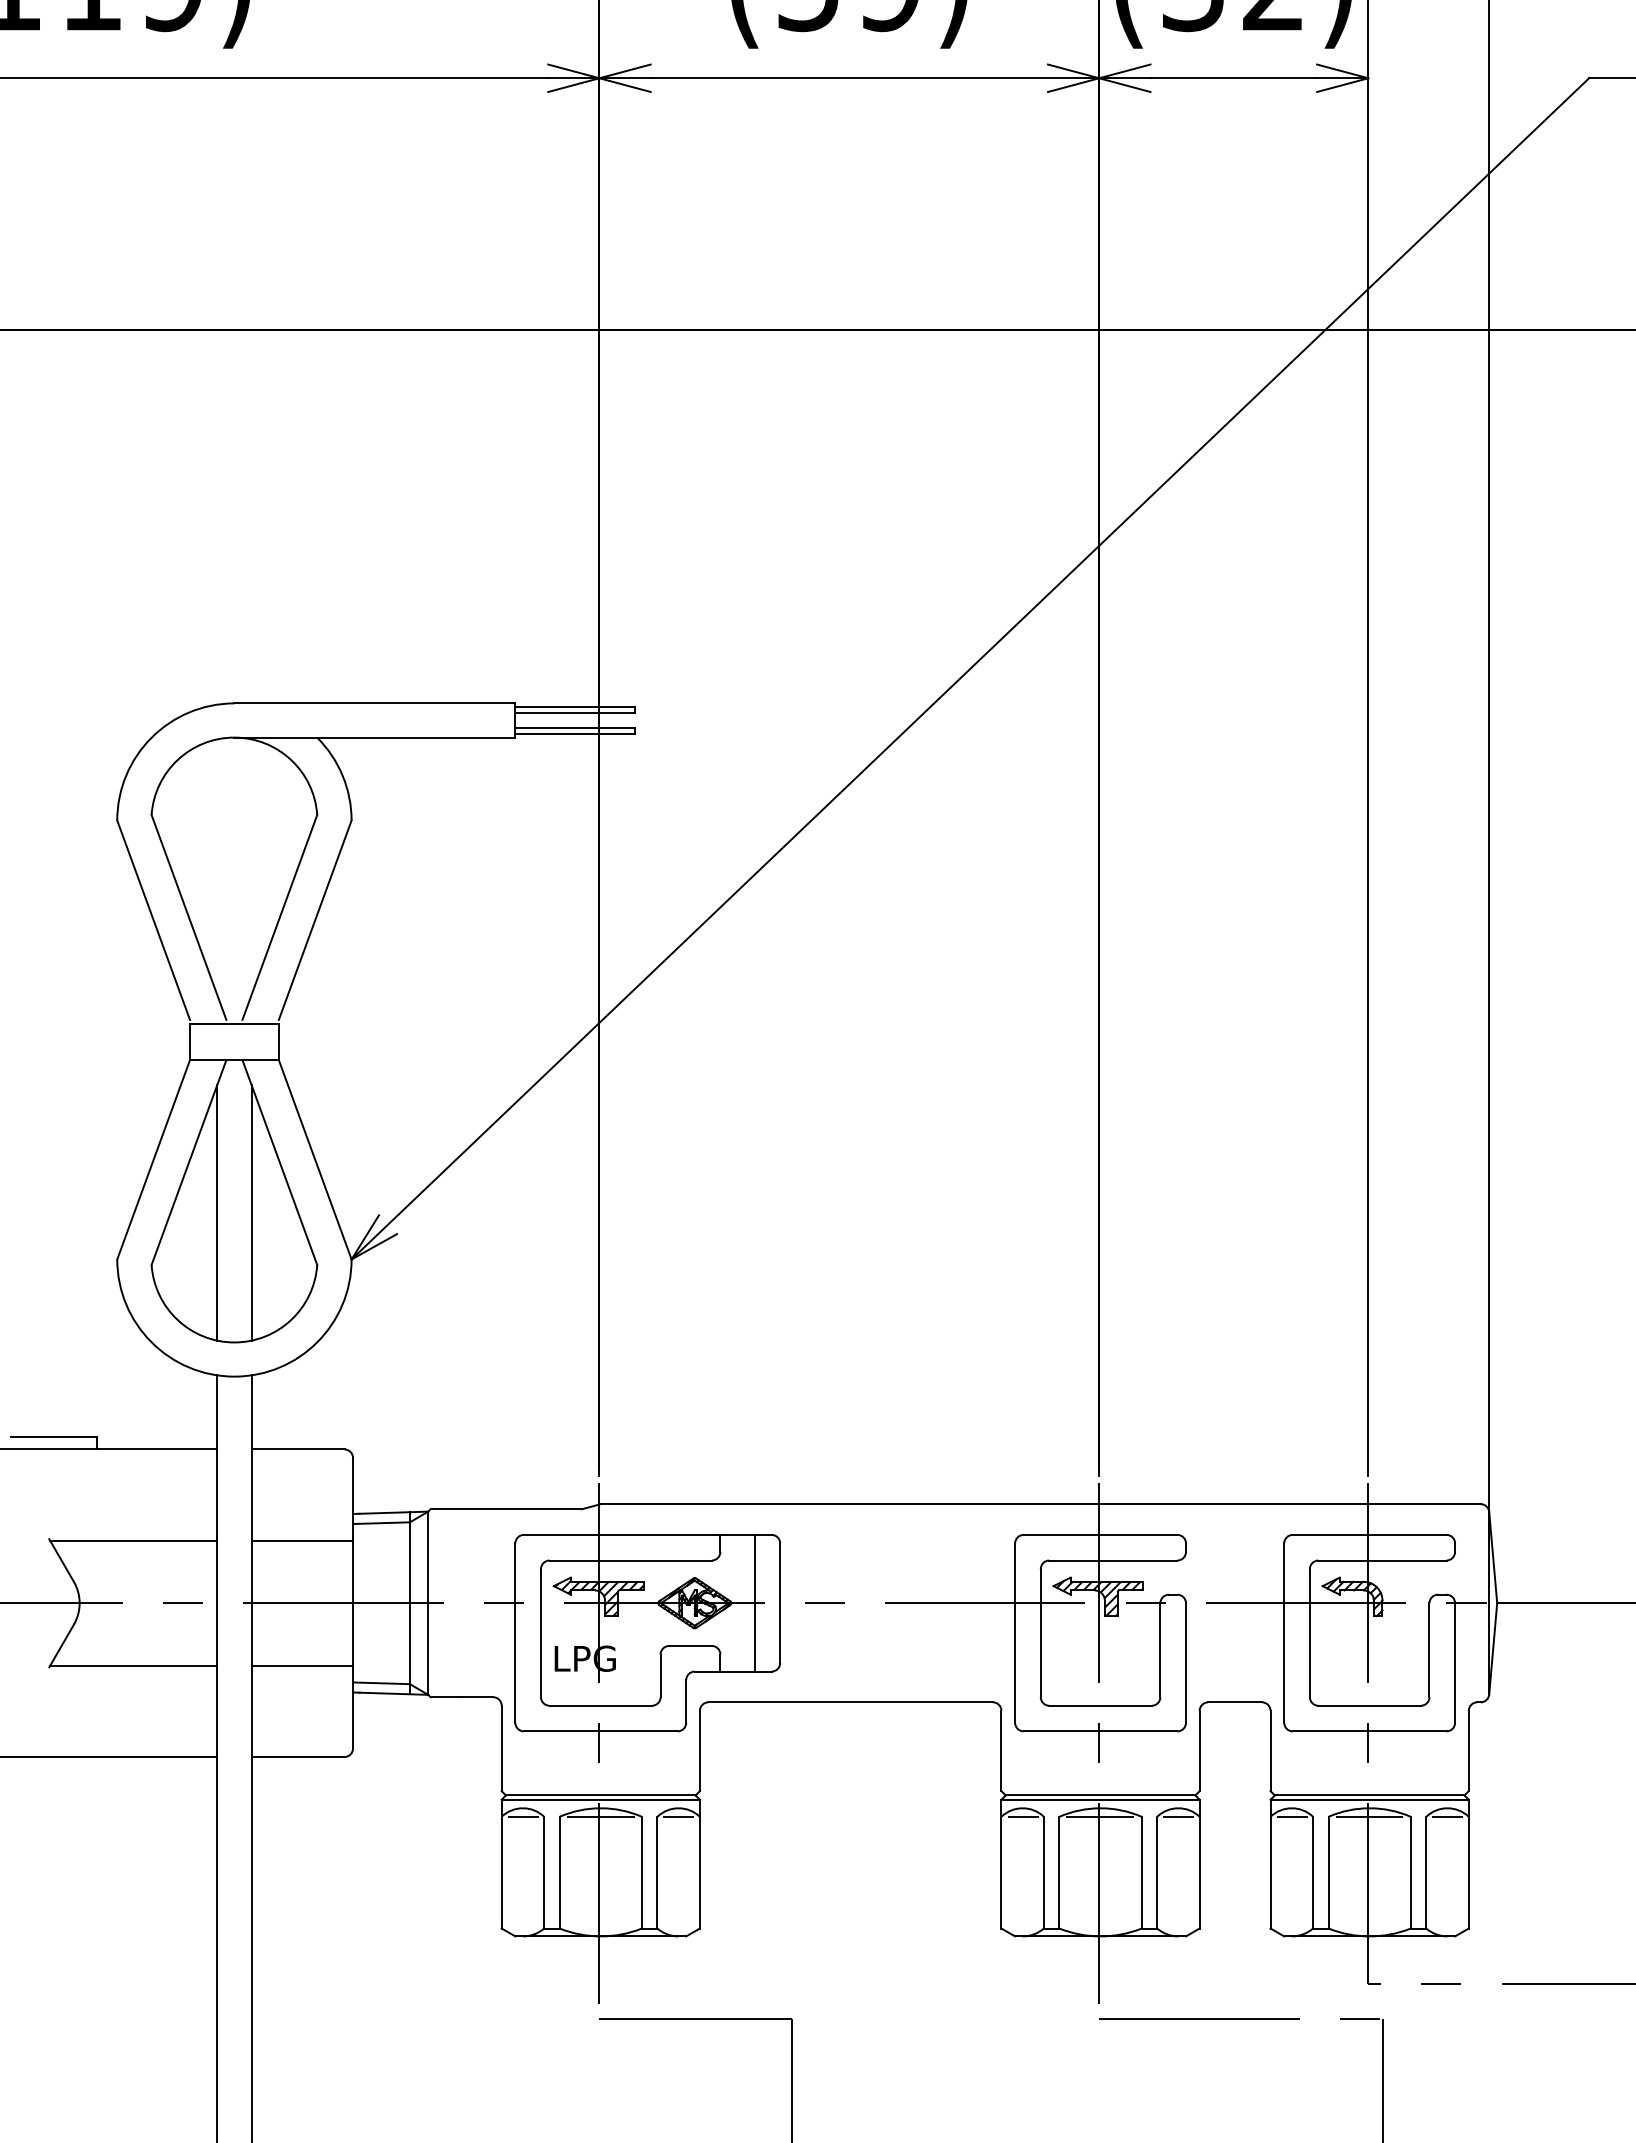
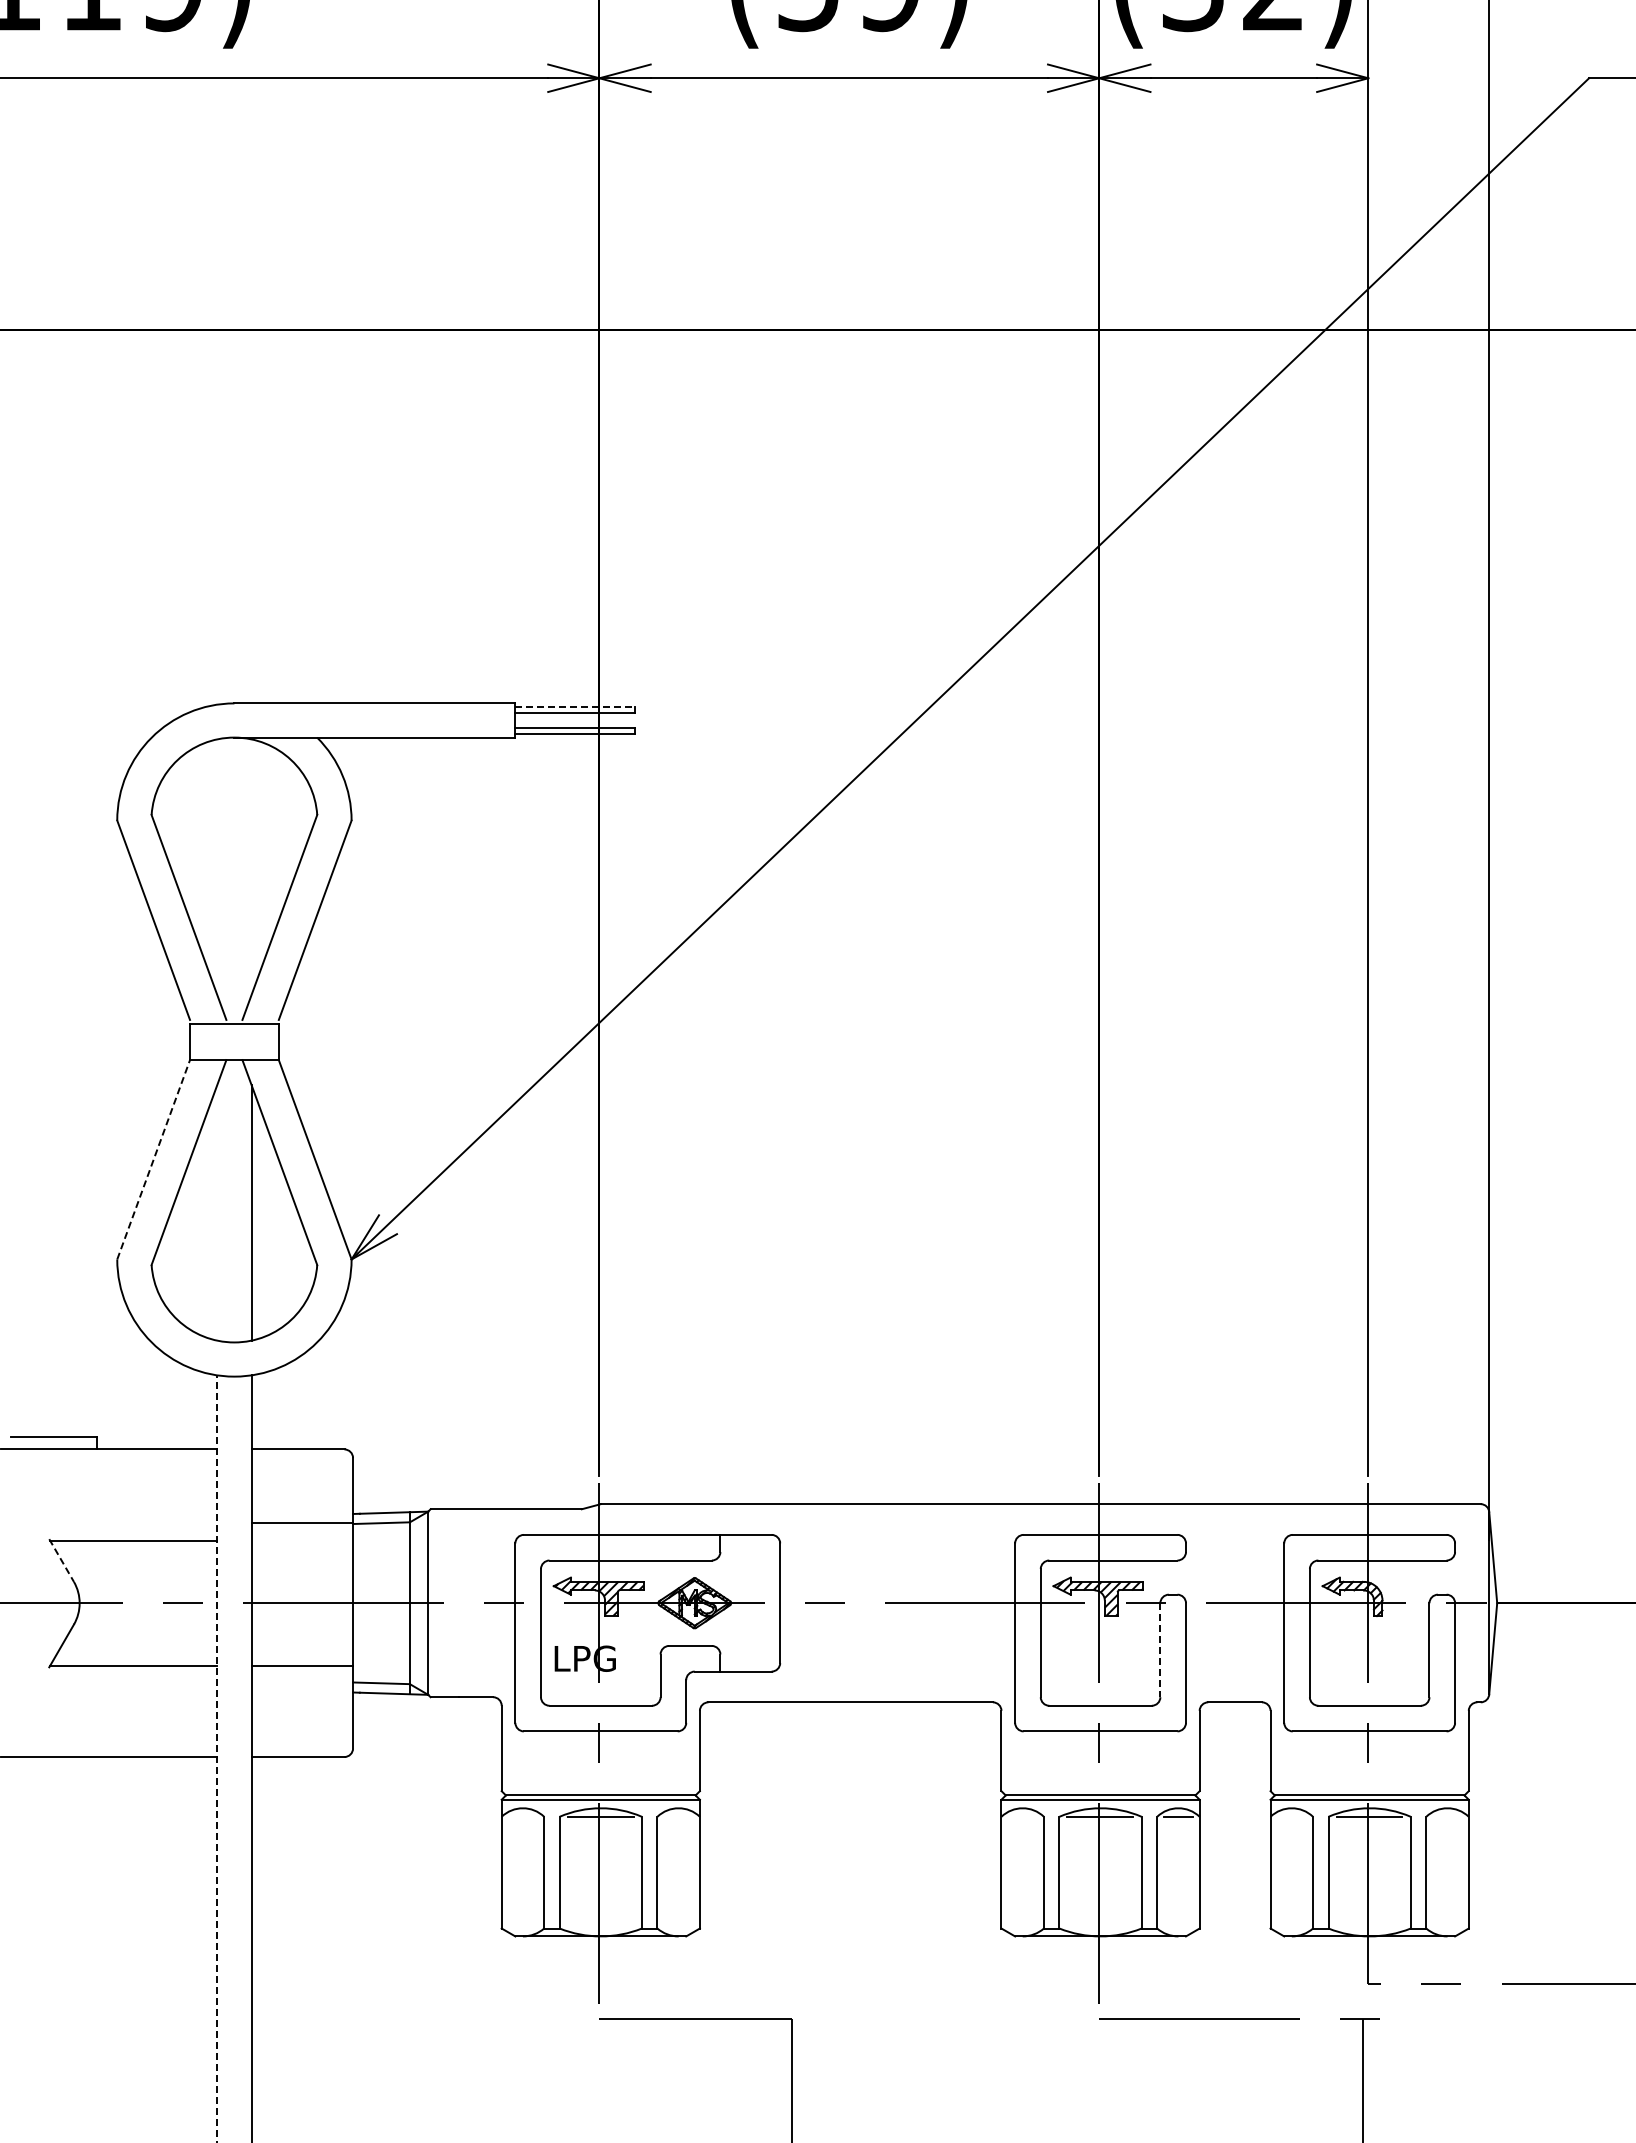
line at (575, 706): solid -> dashed
line at (153, 1159): solid -> dashed
line at (217, 1212): present -> none
line at (302, 1540) position: (302, 1540) -> (302, 1522)
line at (61, 1560): solid -> dashed
line at (754, 1602): present -> none
line at (1160, 1650): solid -> dashed
line at (217, 1759): solid -> dashed
line at (523, 1816): present -> none
line at (678, 1816): present -> none
line at (1022, 1816): present -> none
line at (1291, 1816): present -> none
line at (1446, 1816): present -> none
line at (1382, 2079) position: (1382, 2079) -> (1362, 2079)
